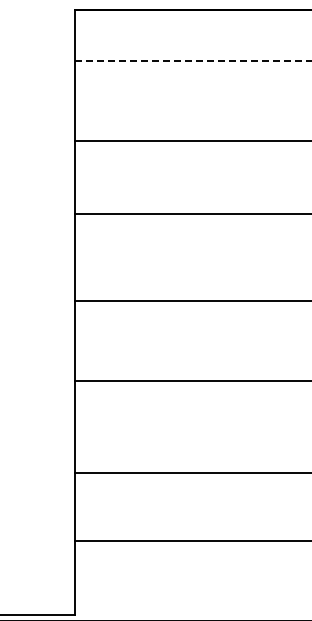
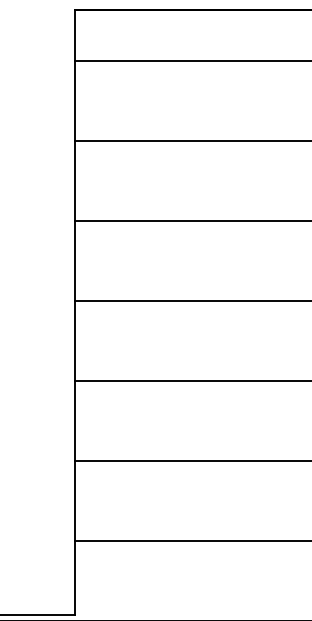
line at (193, 60): dashed -> solid
line at (191, 213) position: (191, 213) -> (191, 220)
line at (191, 472) position: (191, 472) -> (191, 460)
